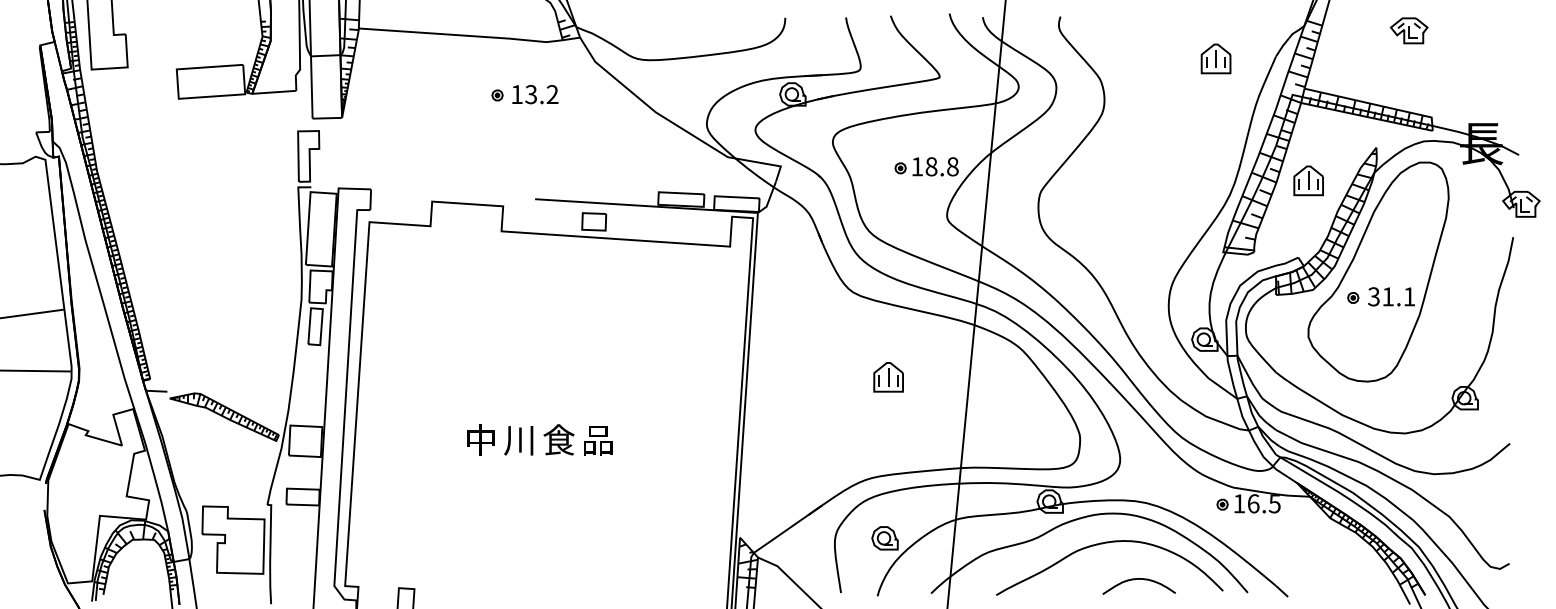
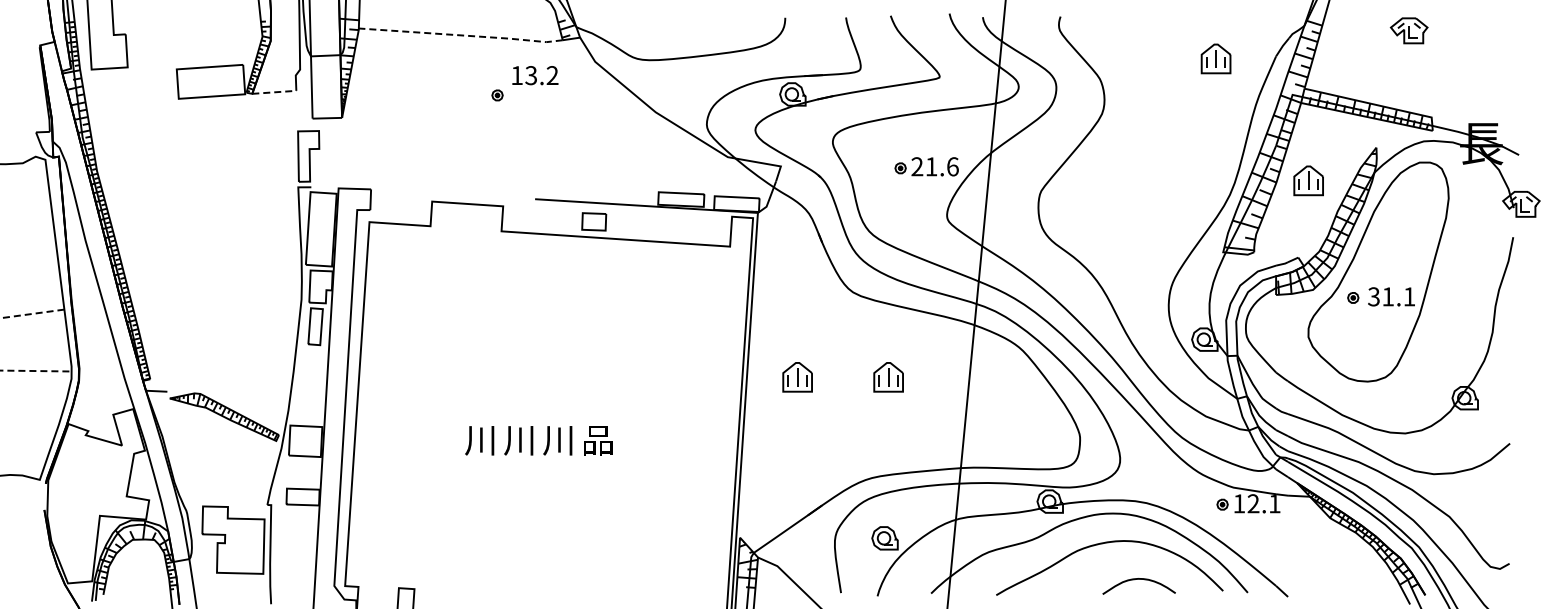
line at (462, 35): solid -> dashed
line at (274, 92): solid -> dashed
text at (535, 94) position: (535, 94) -> (535, 75)
text at (934, 166): 18.8 -> 21.6
line at (31, 314): solid -> dashed
line at (35, 371): solid -> dashed
part at (797, 377): none -> present
text at (479, 439): 中 -> 川
text at (558, 439): 食 -> 川
text at (1263, 503): 16.5 -> 12.1
